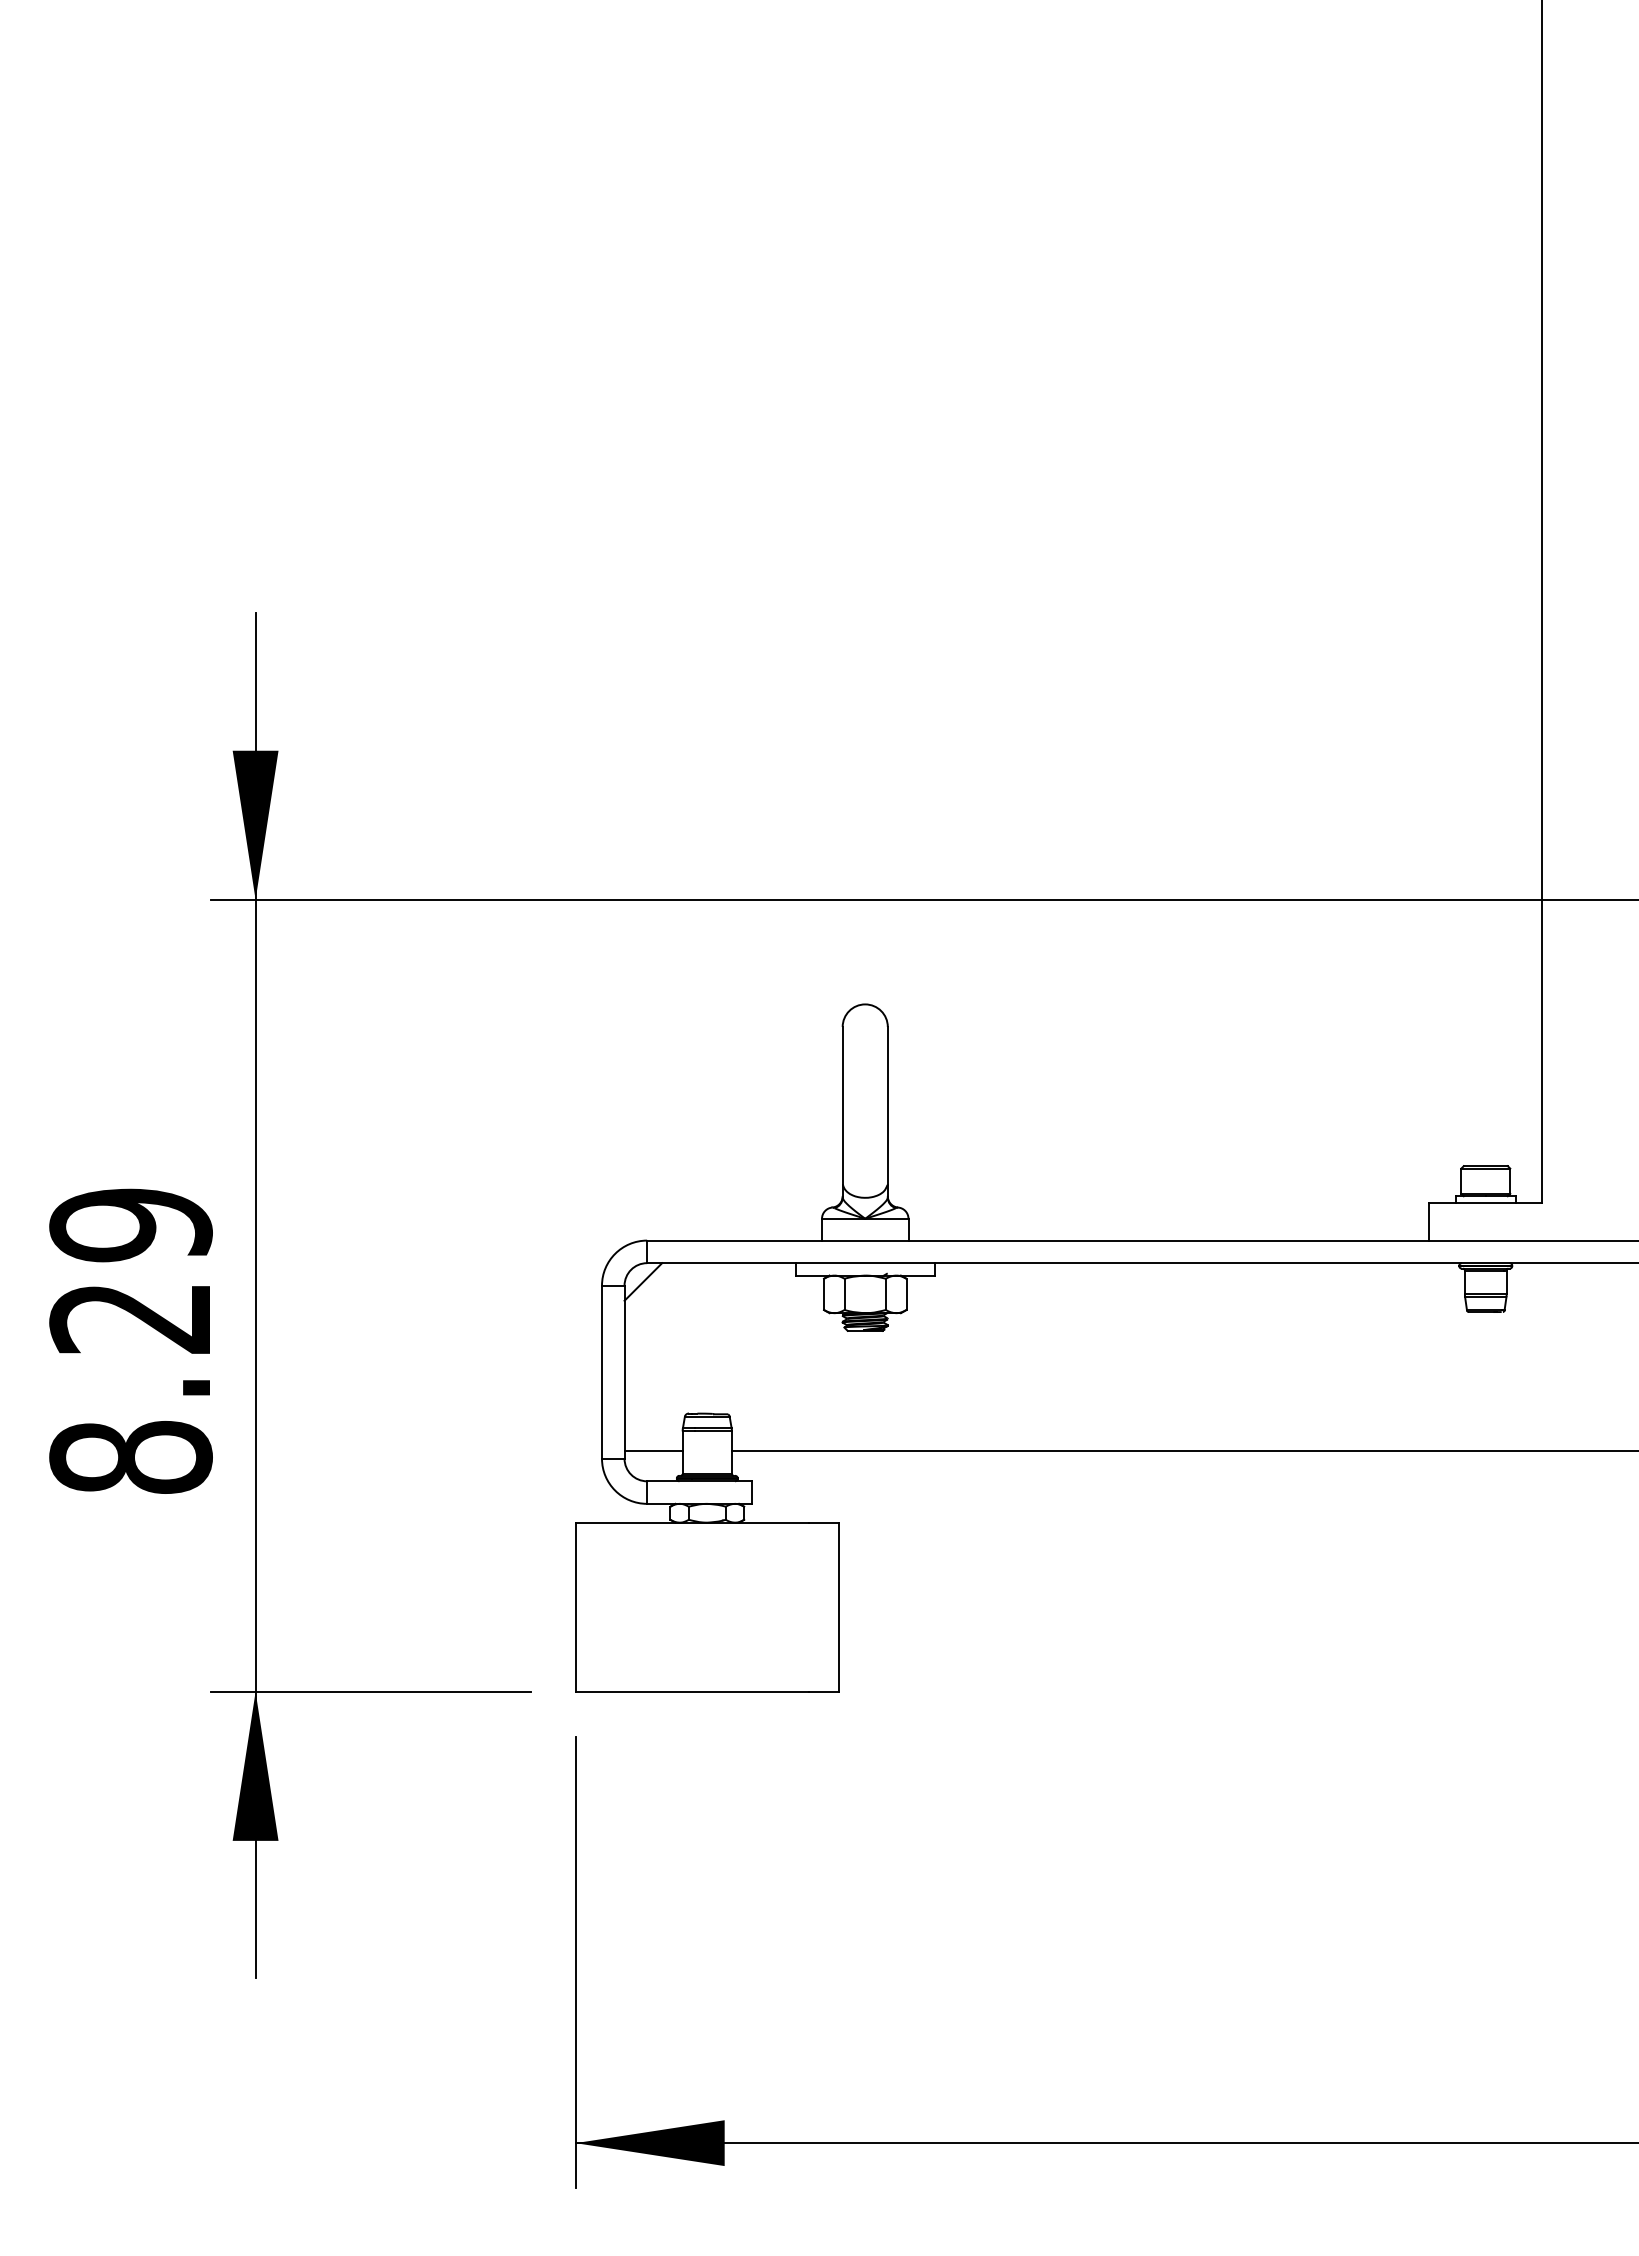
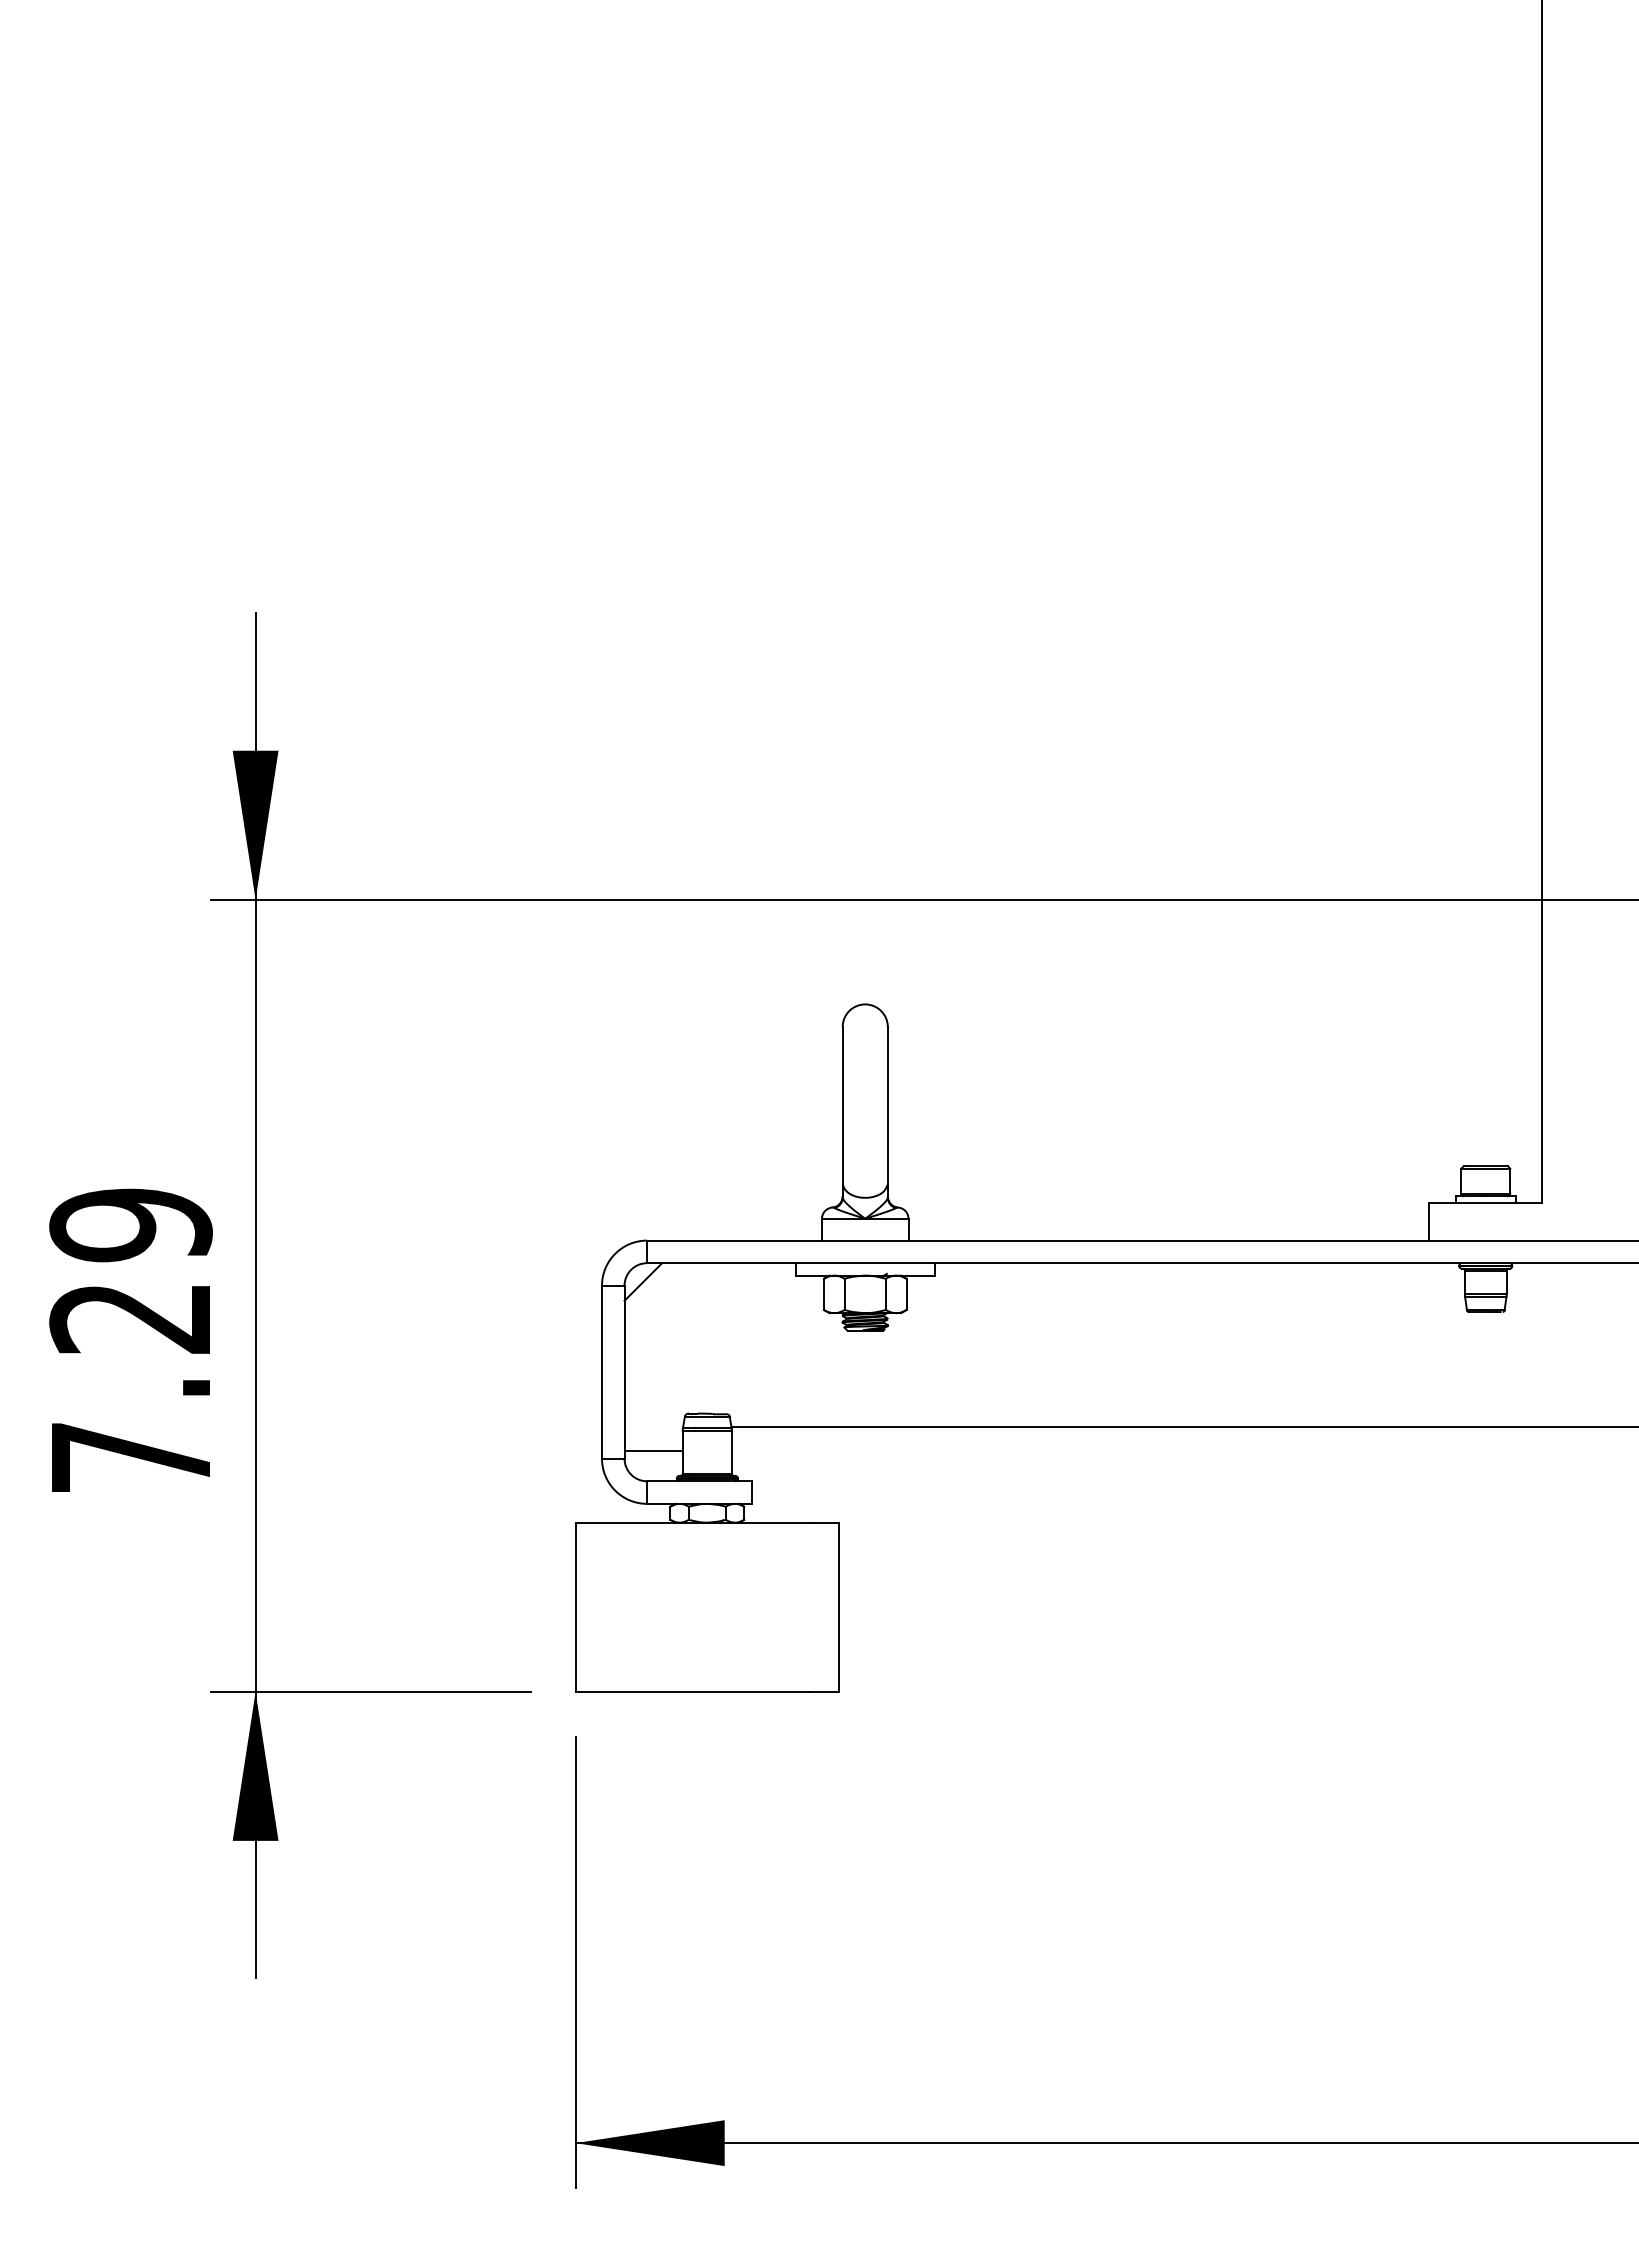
line at (1183, 1451) position: (1183, 1451) -> (1183, 1427)
text at (130, 1457): 8.29 -> 7.29
